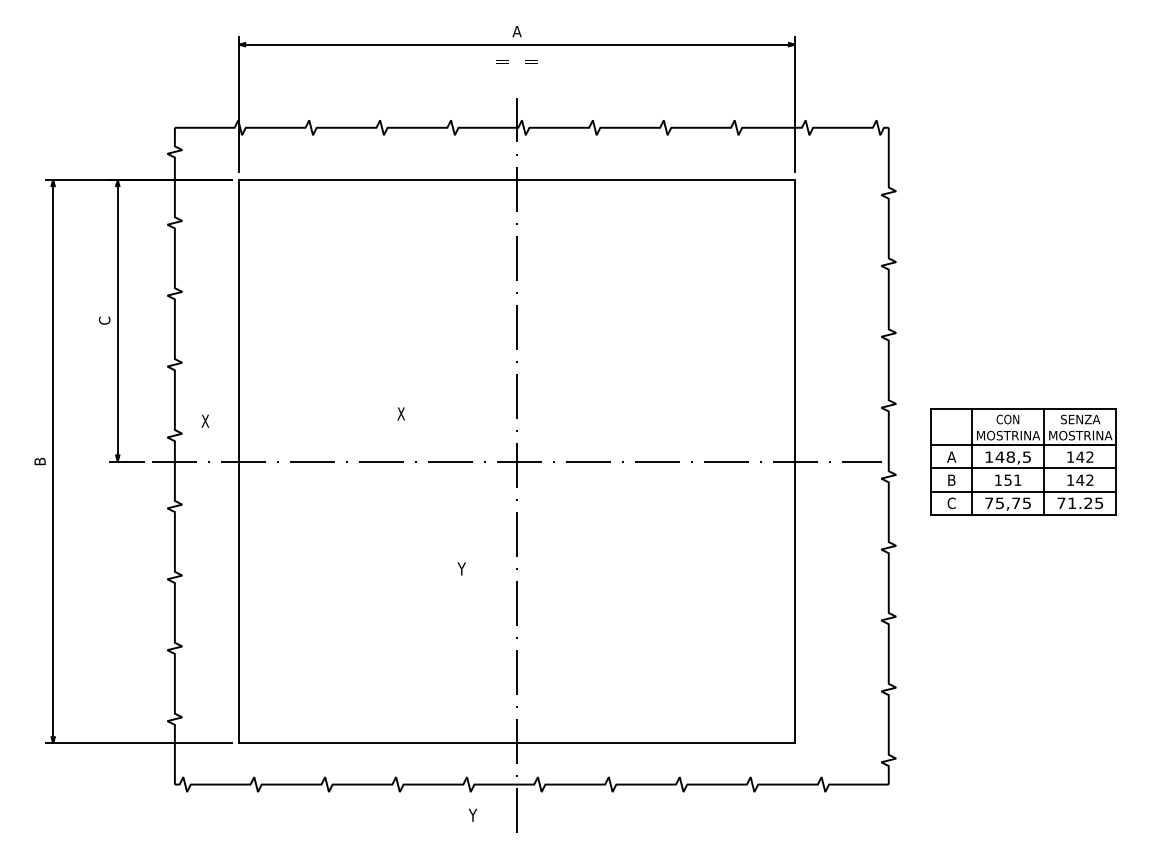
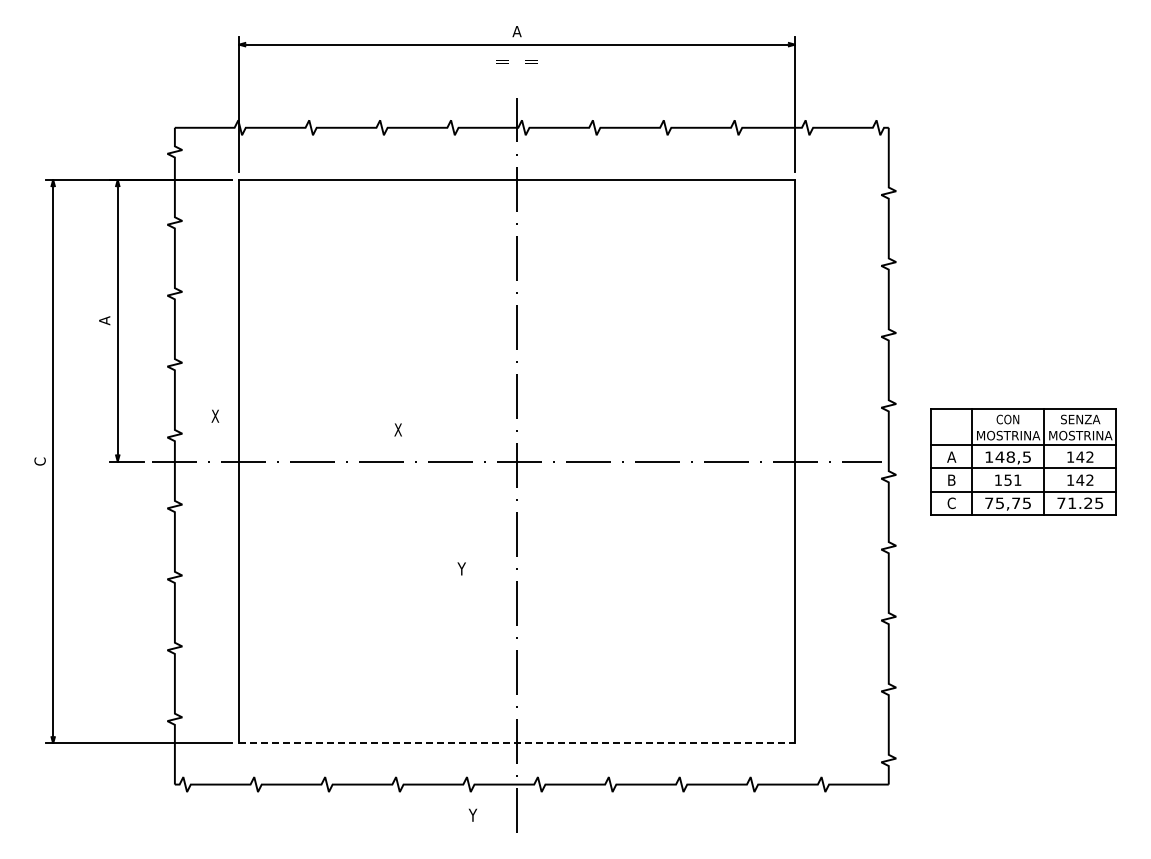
text at (104, 320): C -> A
text at (400, 413) position: (400, 413) -> (397, 429)
text at (205, 420) position: (205, 420) -> (215, 415)
text at (39, 461): B -> C
line at (517, 743): solid -> dashed
